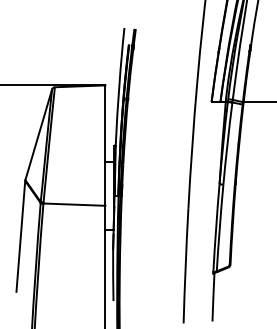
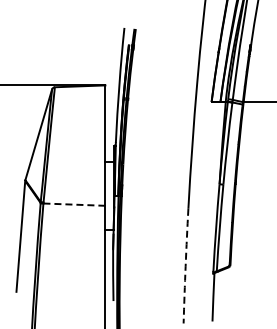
line at (74, 204): solid -> dashed
arc at (185, 266): solid -> dashed
